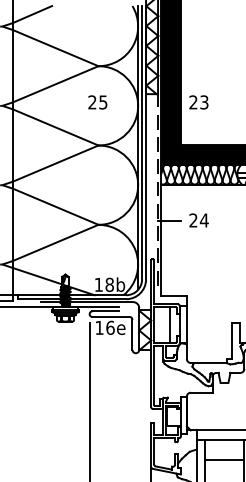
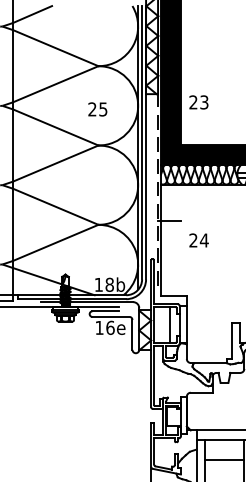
text at (97, 102) position: (97, 102) -> (97, 109)
text at (198, 220) position: (198, 220) -> (198, 240)
line at (89, 400): present -> none
